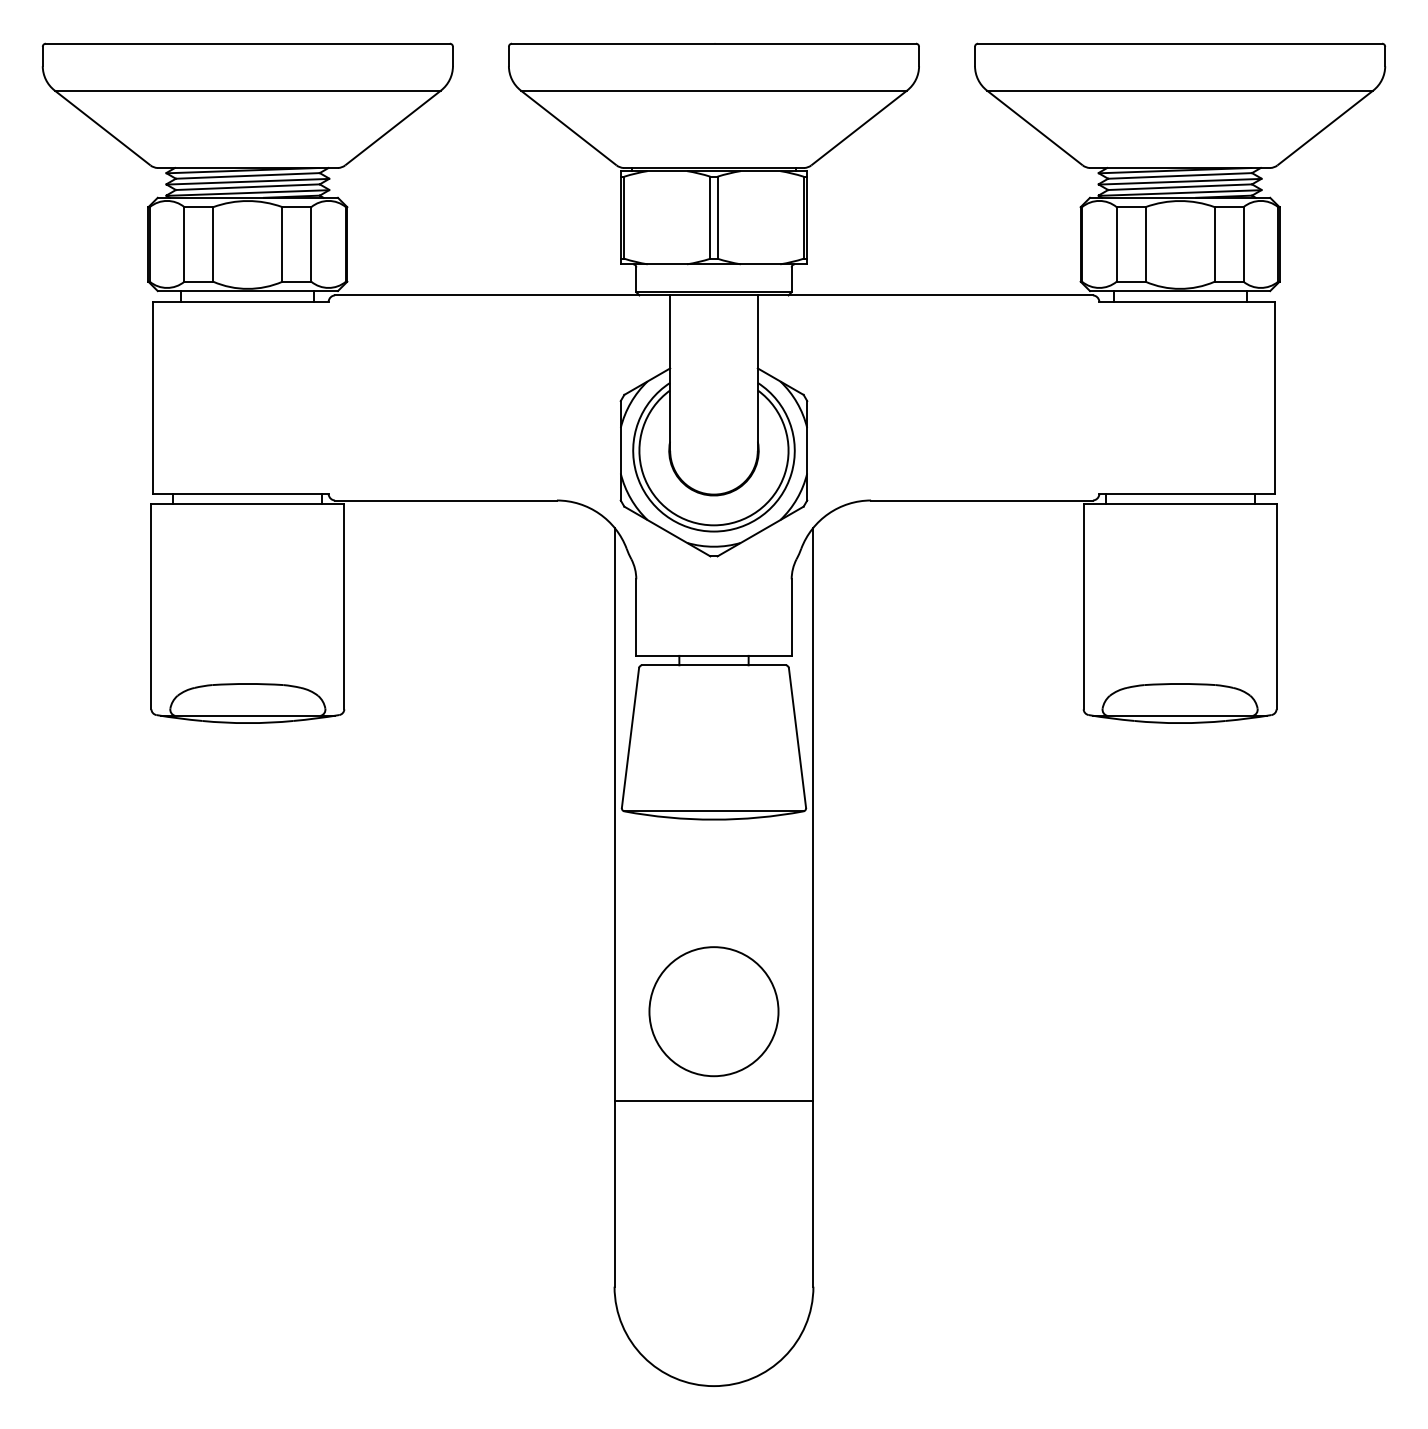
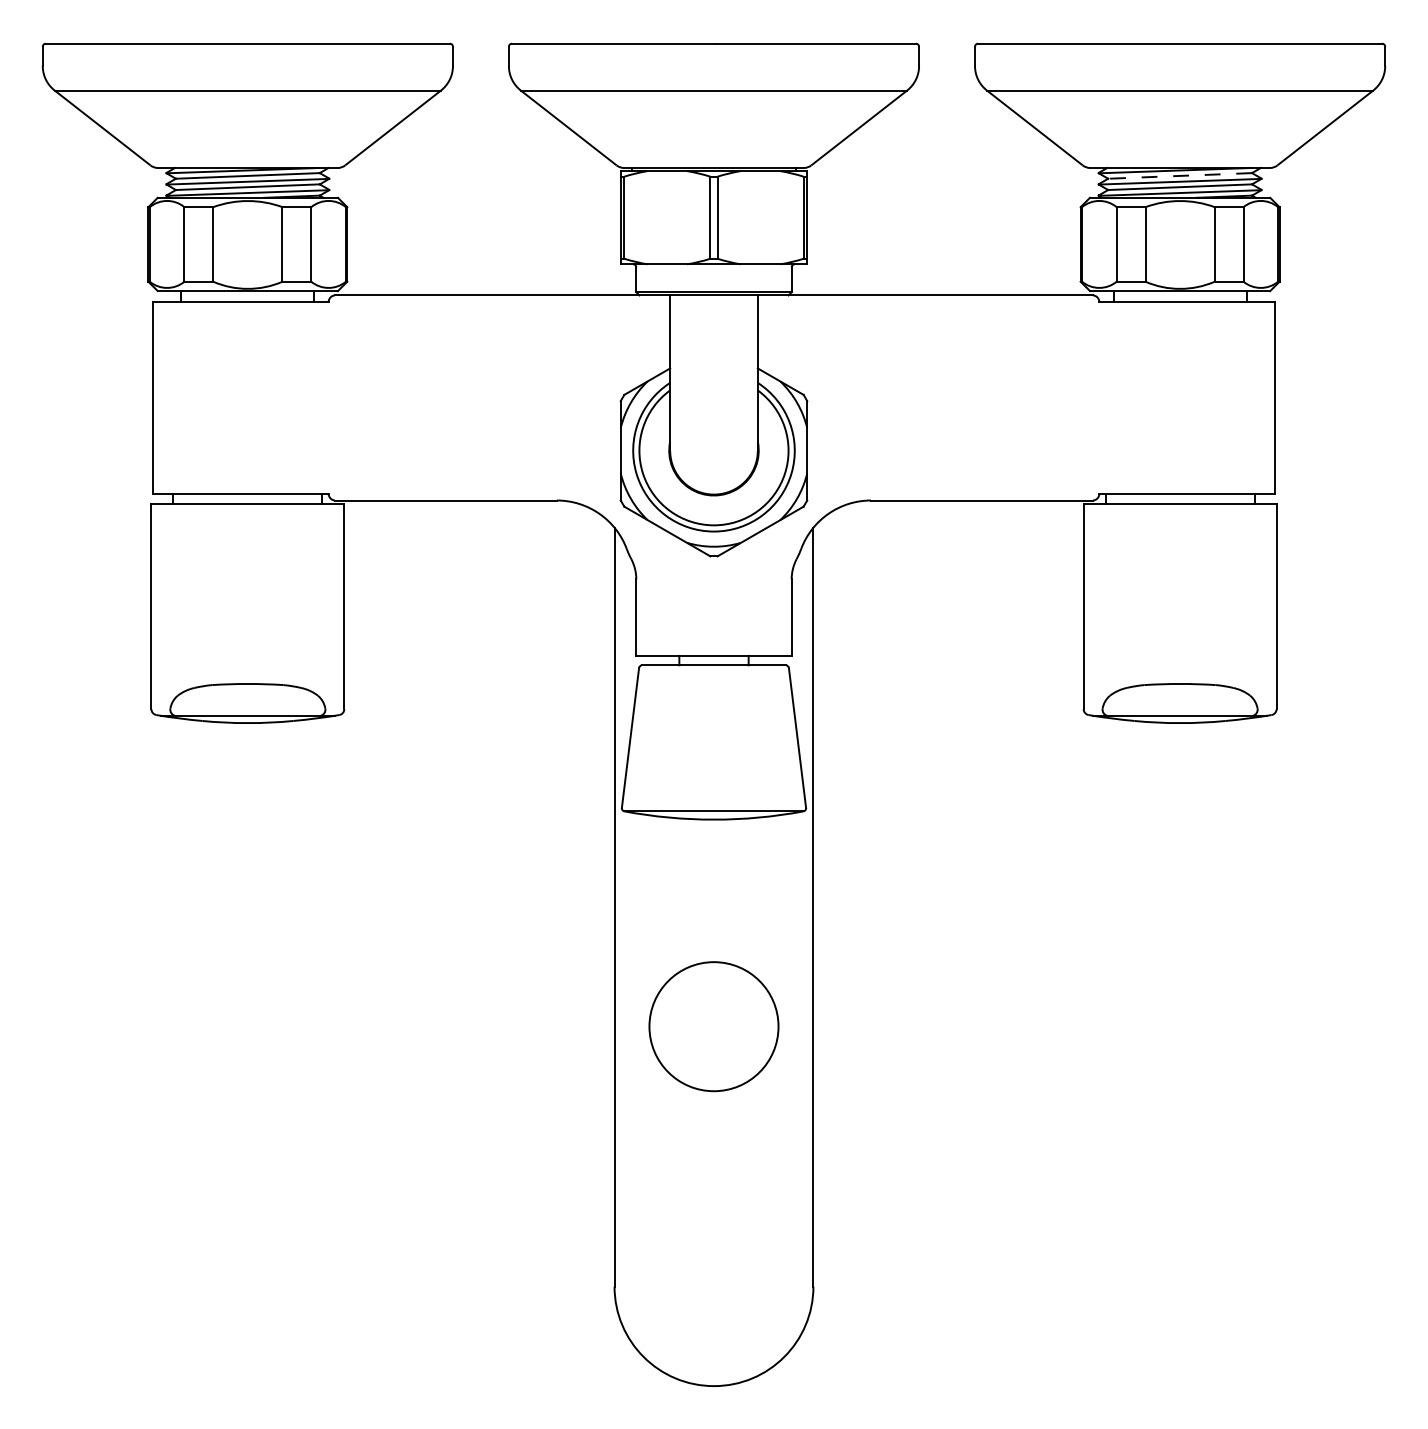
line at (1180, 175): solid -> dashed
circle at (713, 1011) position: (713, 1011) -> (713, 1026)
line at (713, 1100): present -> none
